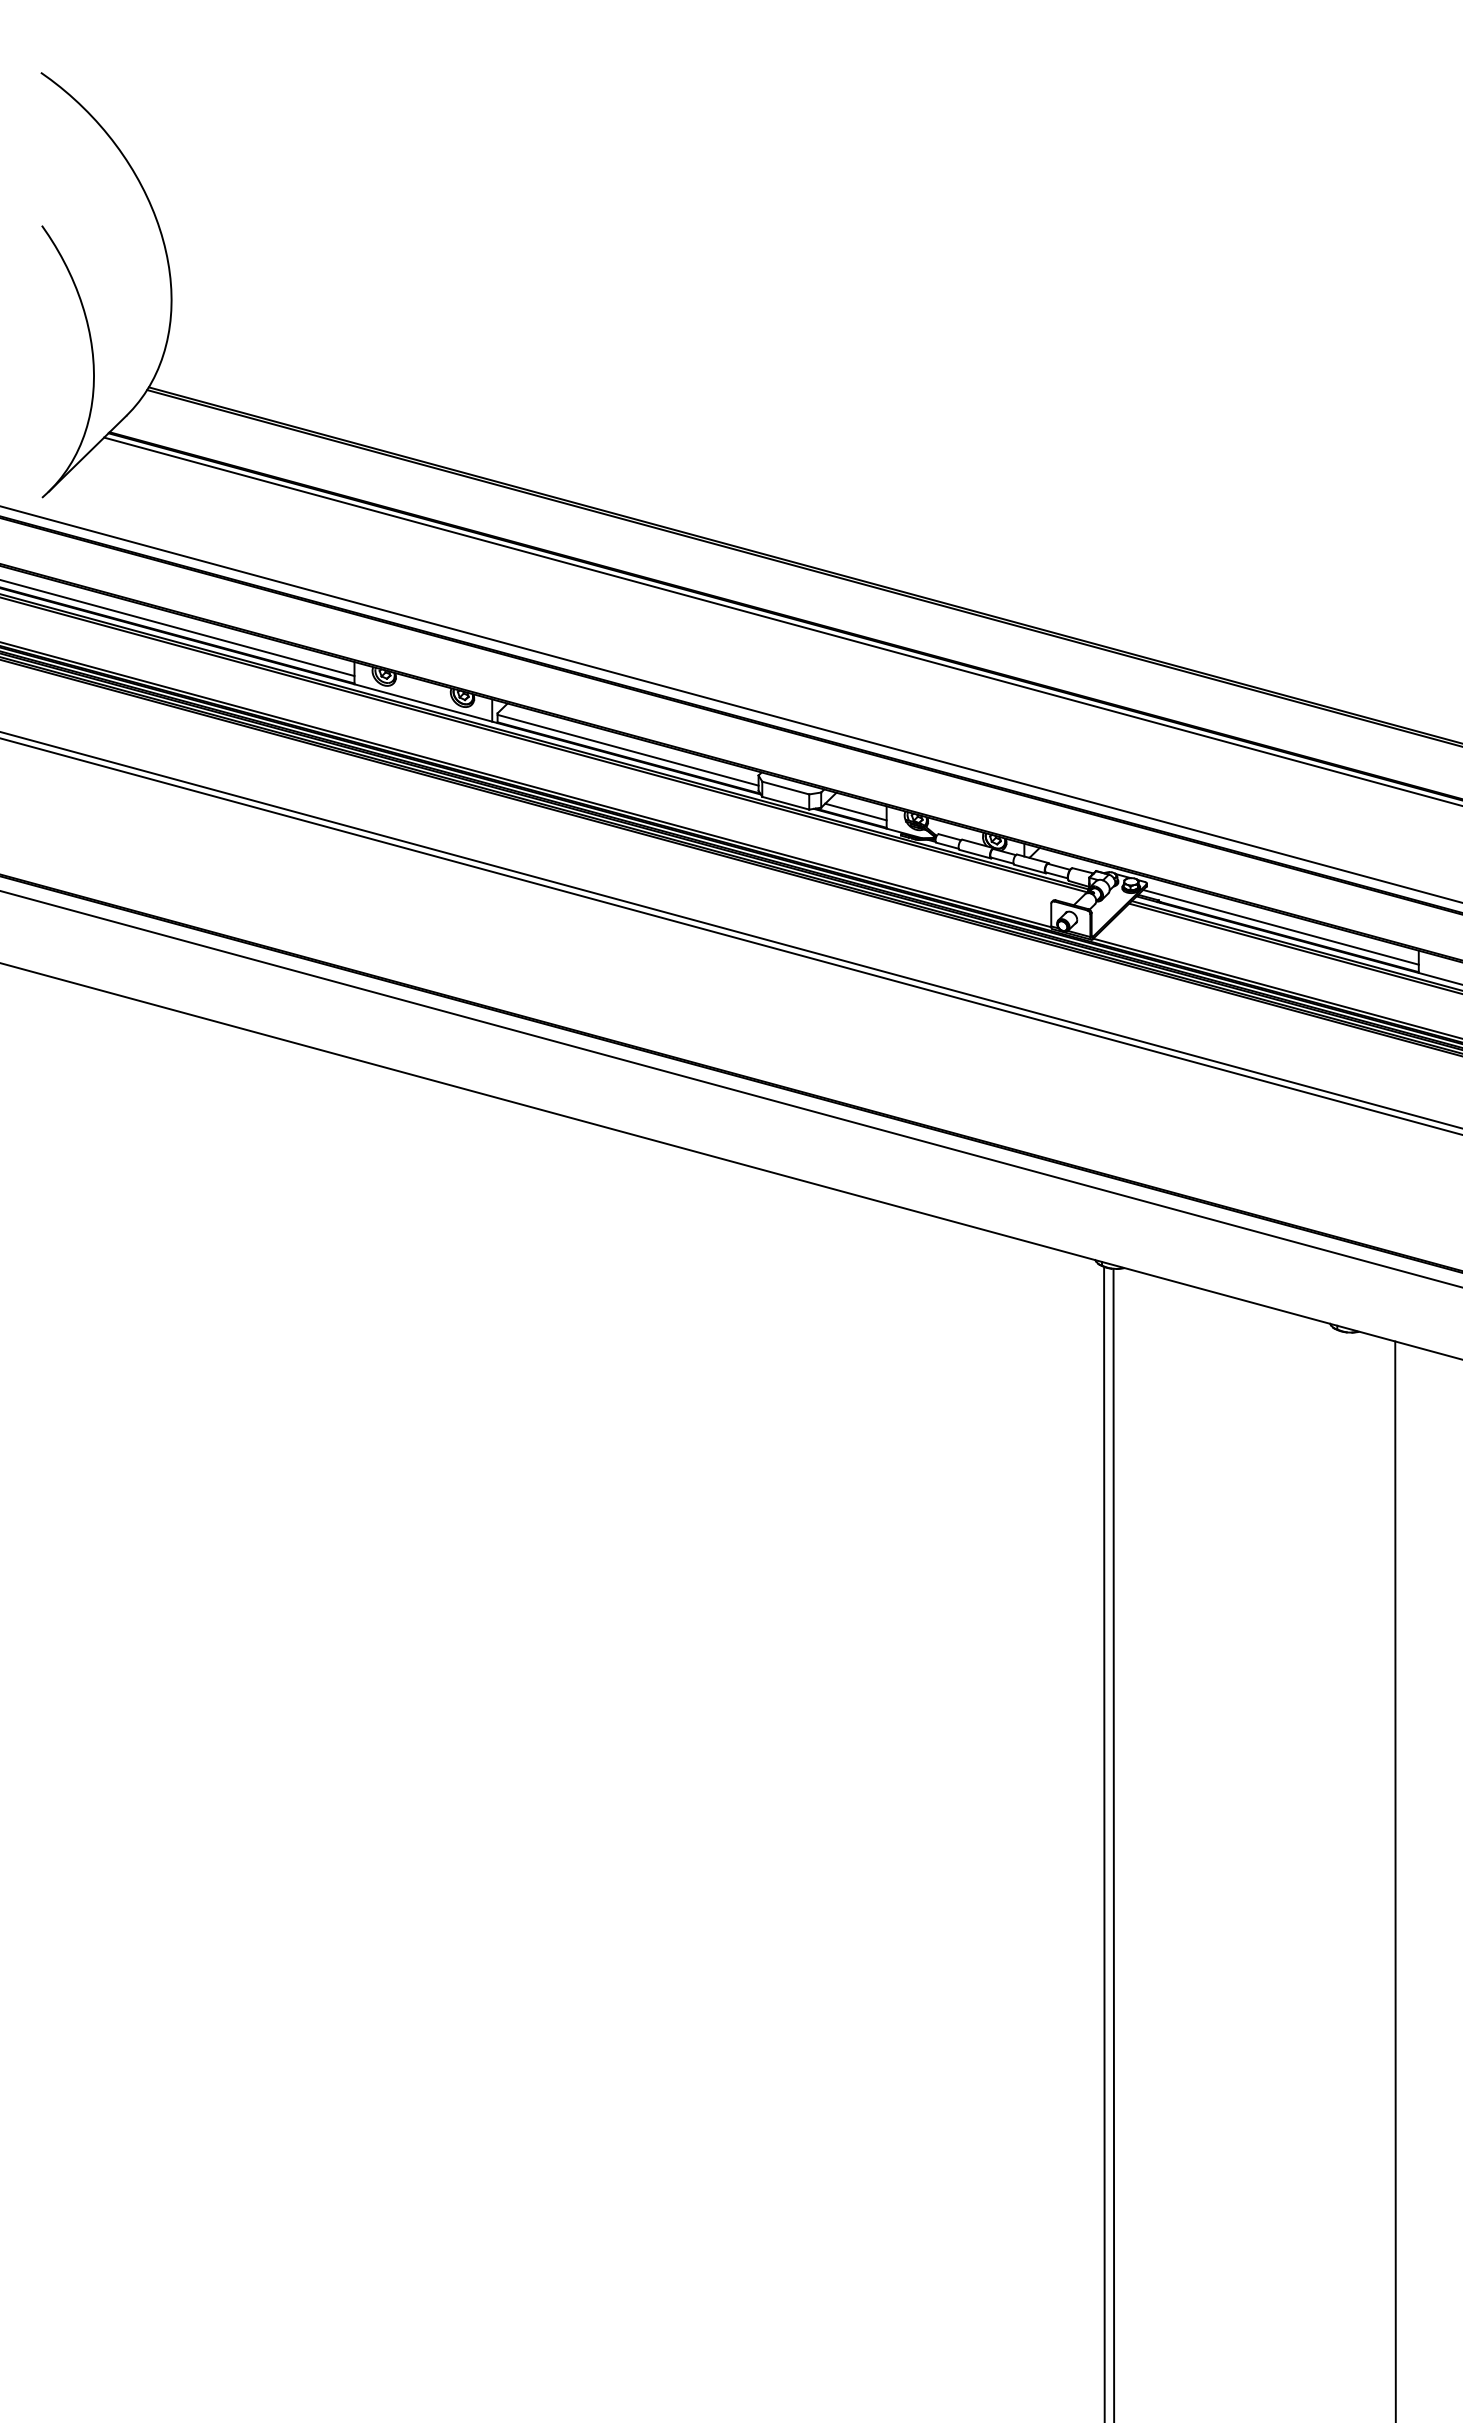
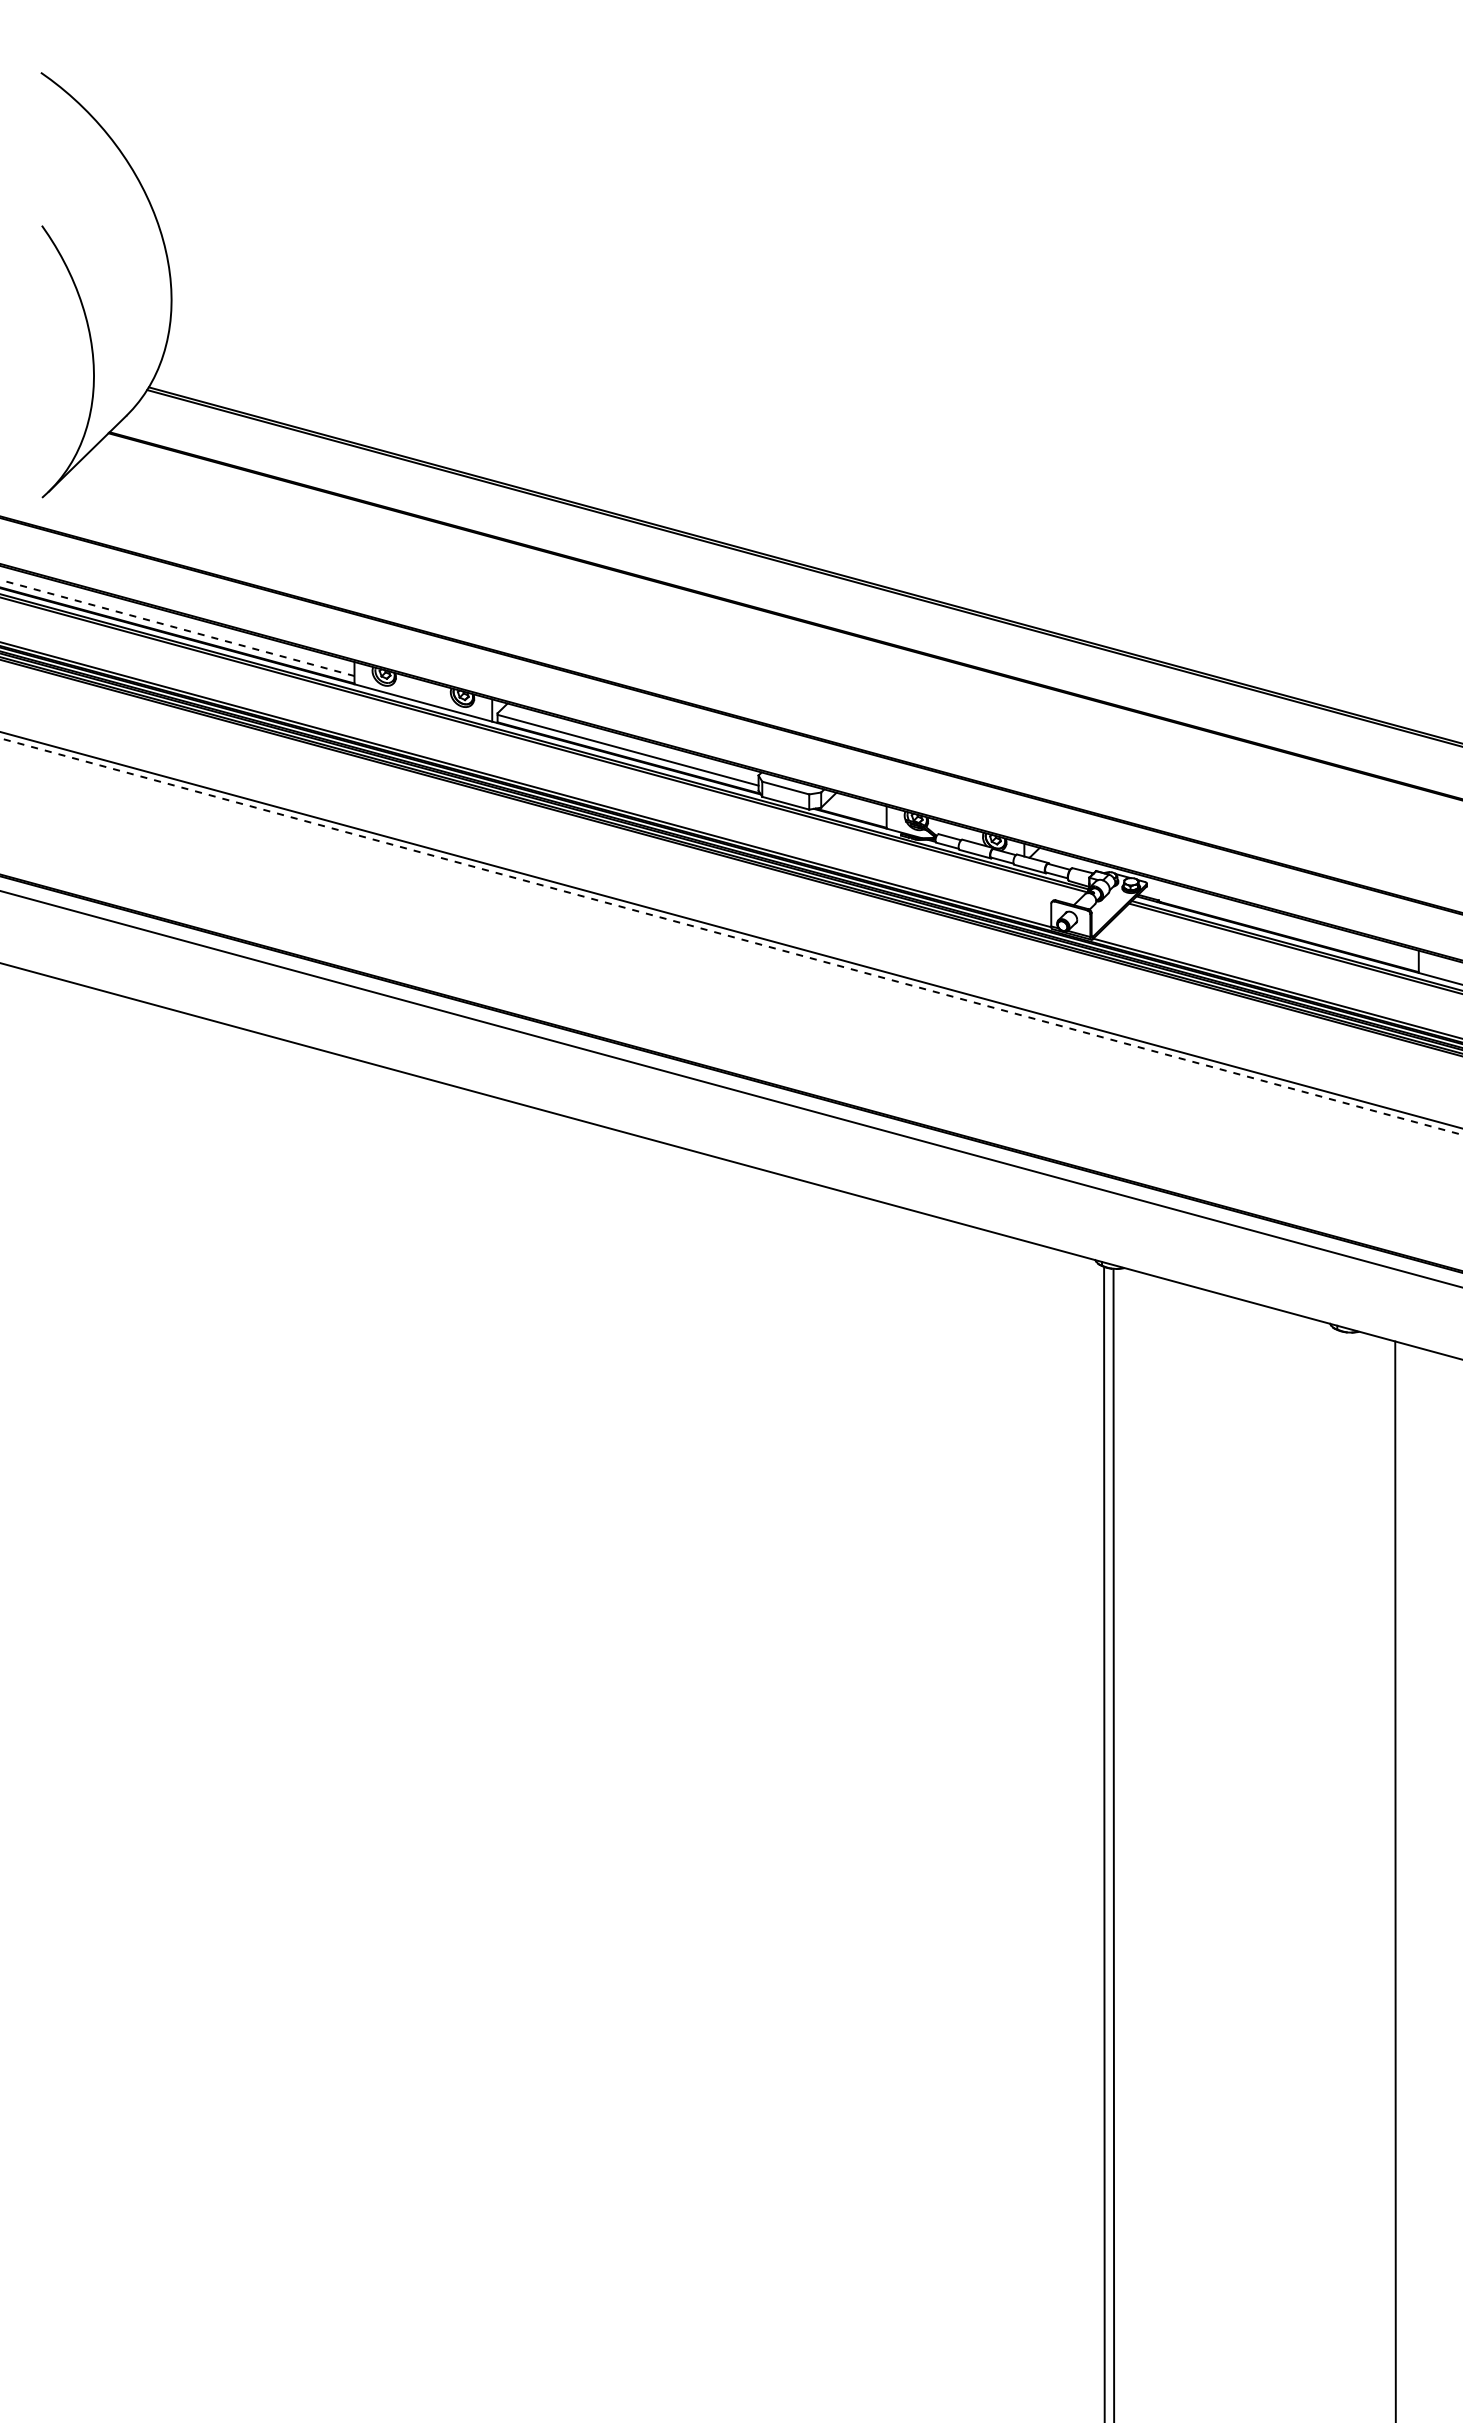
line at (781, 621): present -> none
line at (177, 627): solid -> dashed
line at (730, 704): present -> none
line at (855, 811): present -> none
line at (1280, 926): present -> none
line at (732, 936): solid -> dashed
